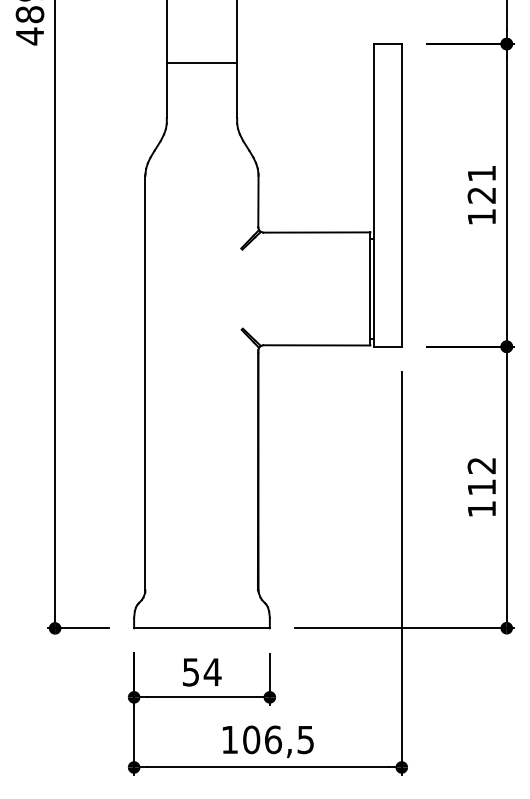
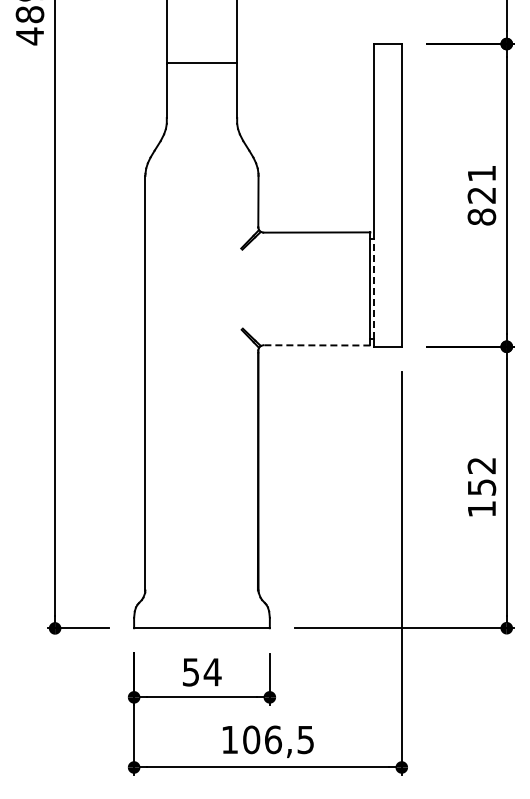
text at (481, 216): 121 -> 821
line at (374, 288): solid -> dashed
line at (316, 345): solid -> dashed
text at (482, 487): 112 -> 152
